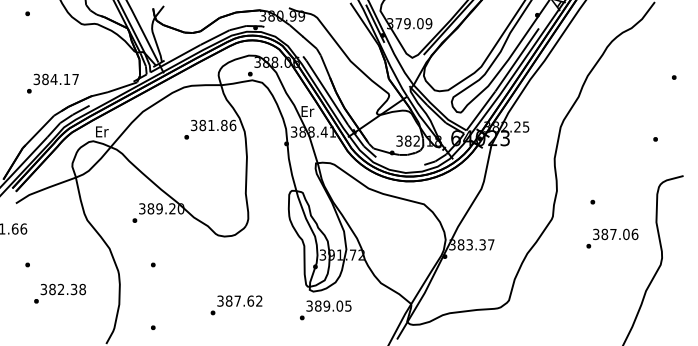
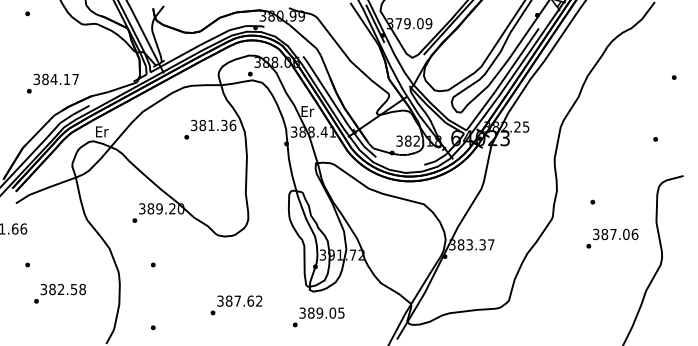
text at (224, 125): 381.86 -> 381.36
text at (74, 288): 382.38 -> 382.58
text at (325, 310) position: (325, 310) -> (318, 317)
